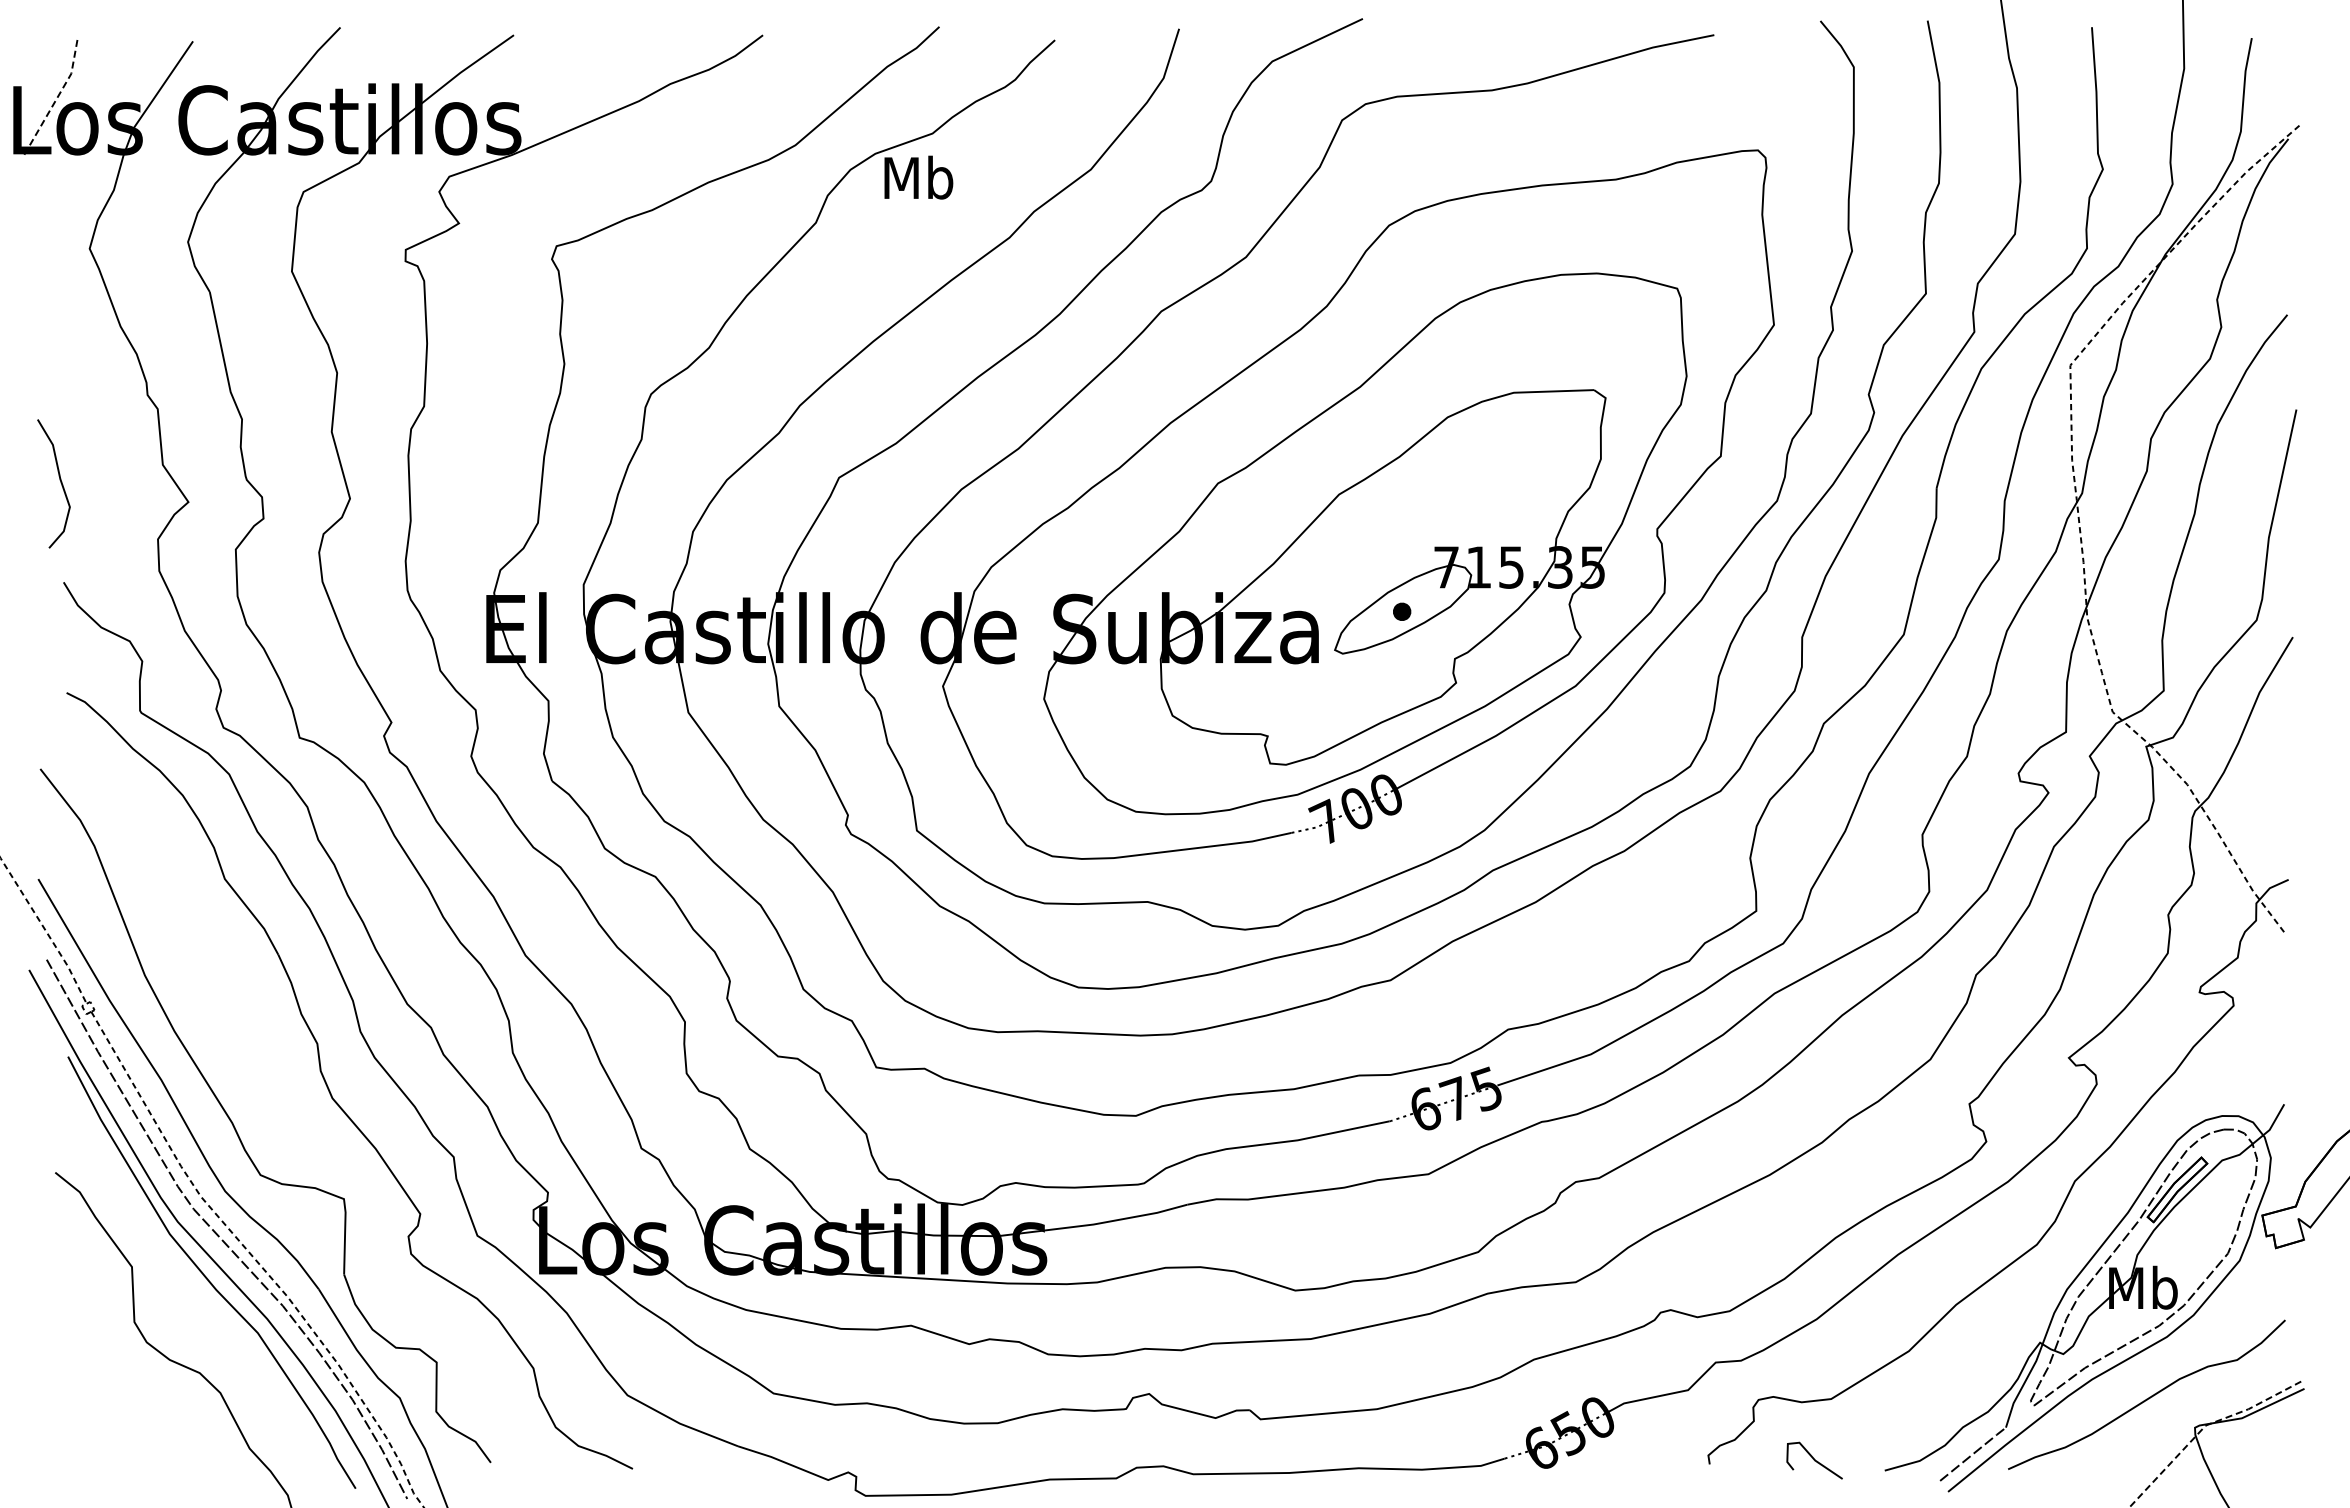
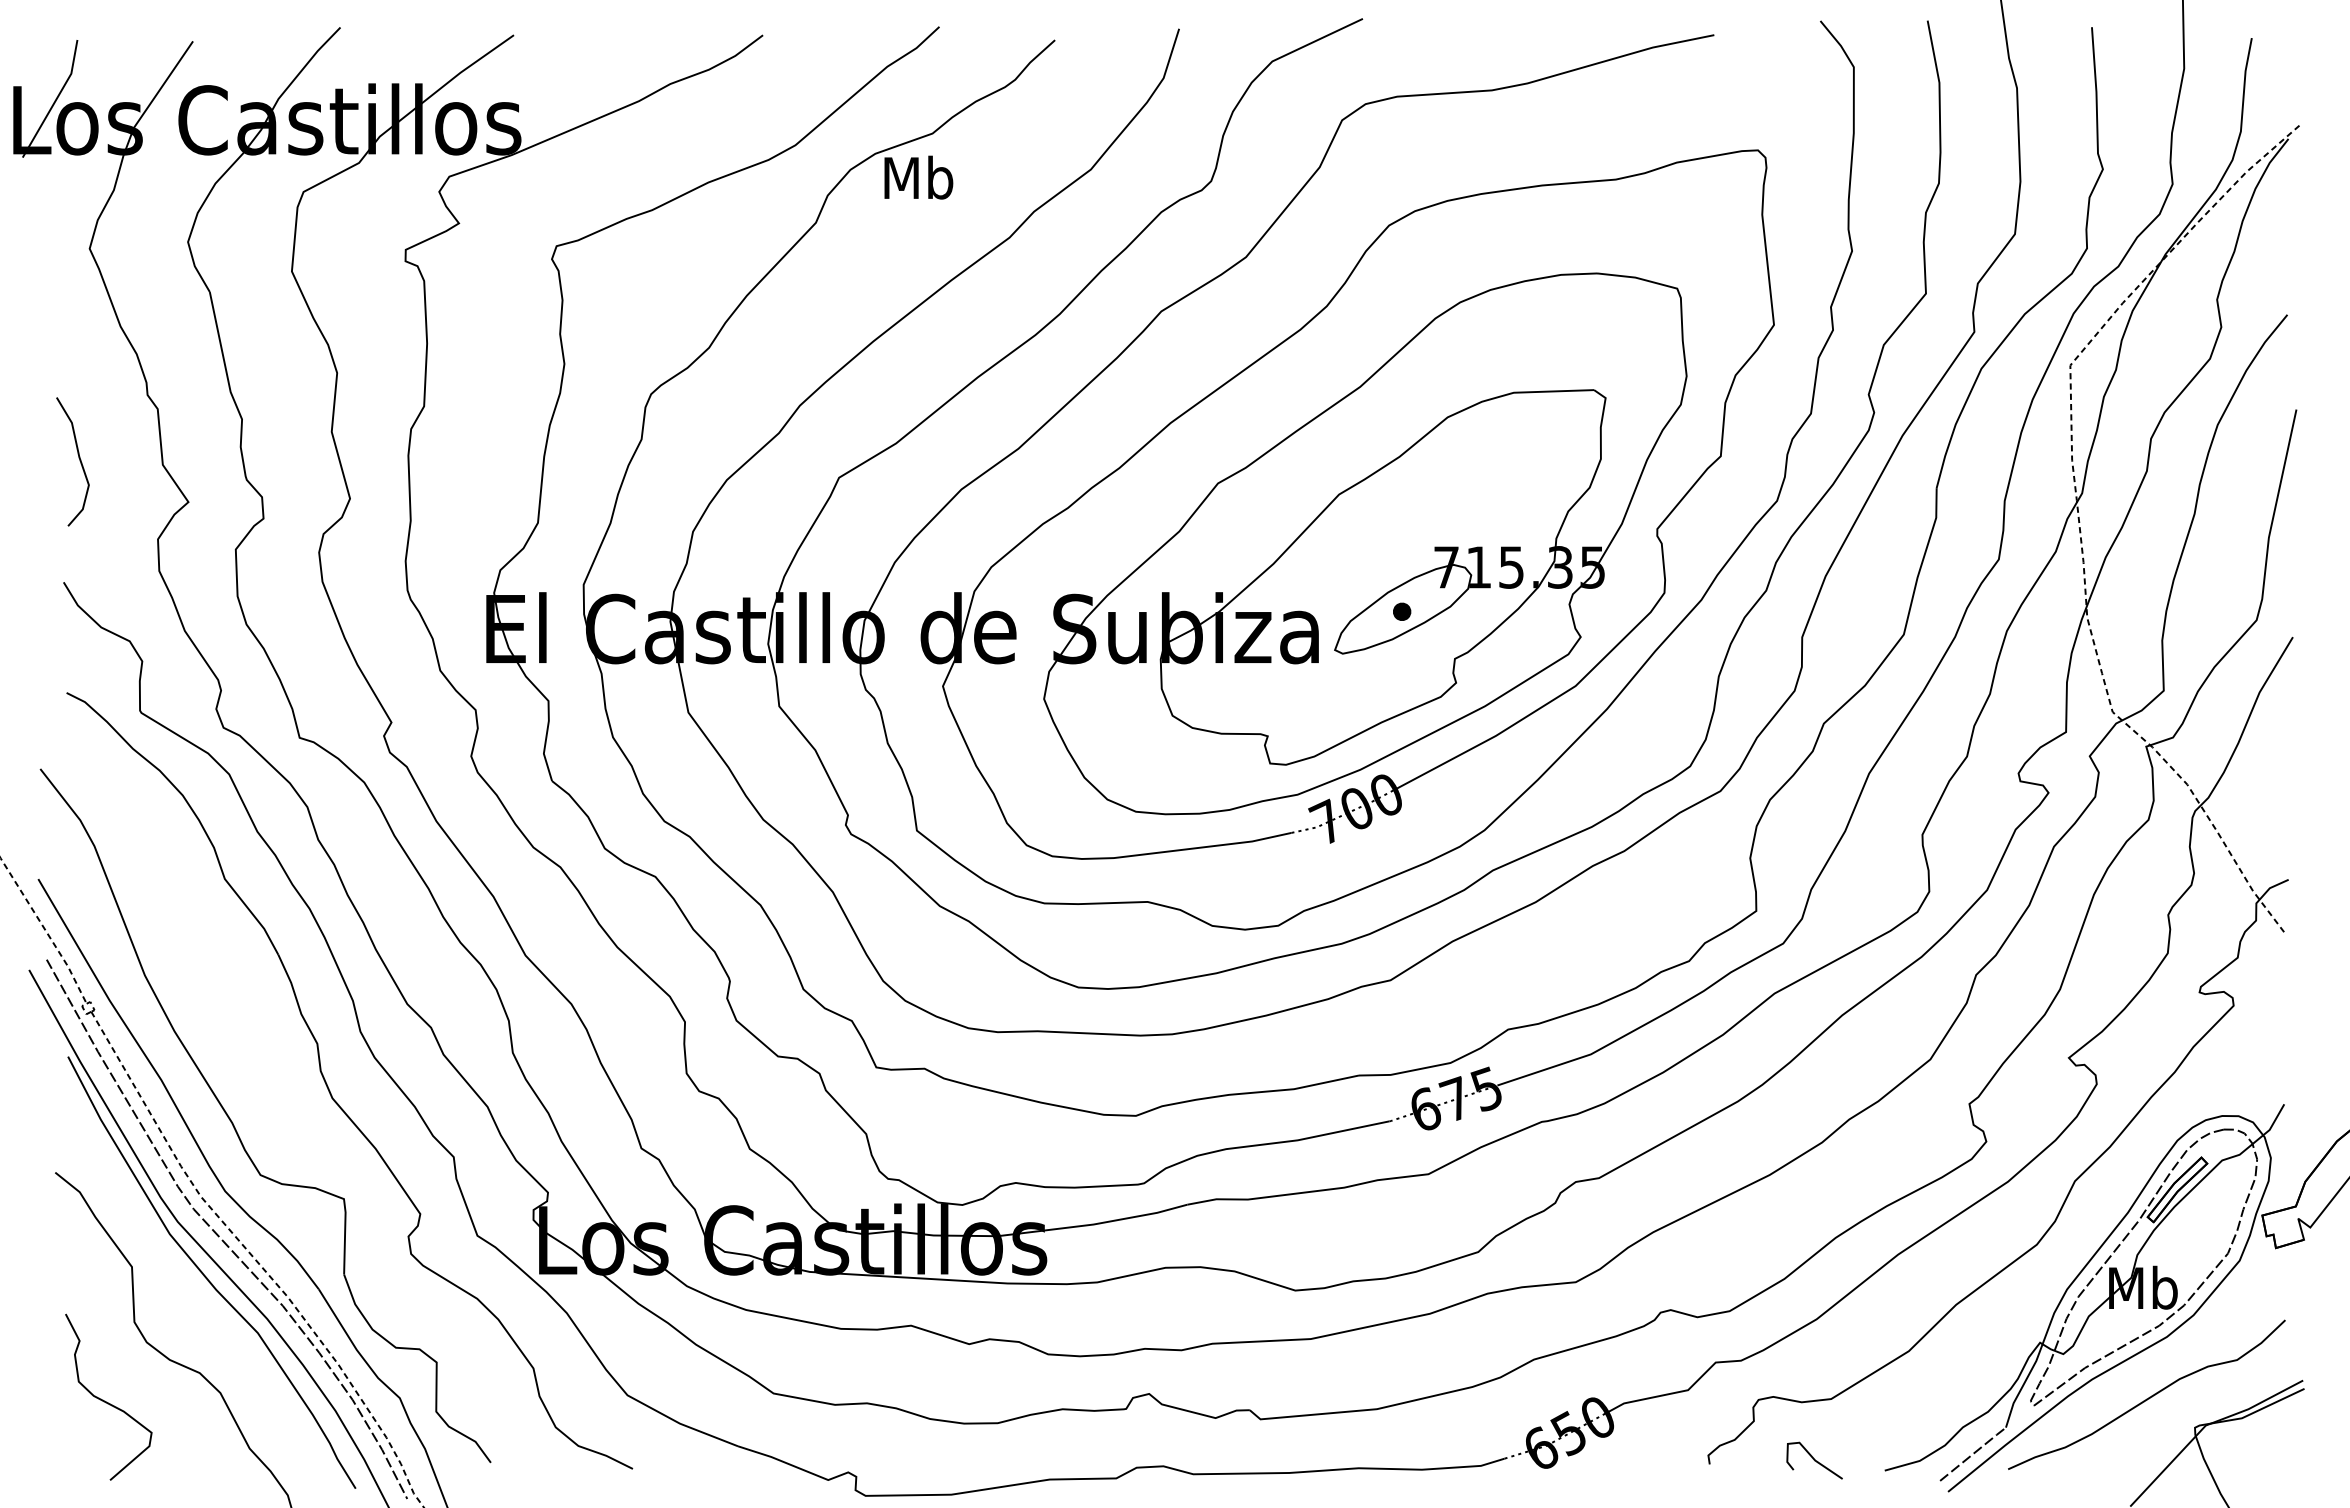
line at (55, 100): dashed -> solid
curve at (59, 480) position: (59, 480) -> (78, 458)
curve at (106, 1401): none -> present
line at (2205, 1425): dashed -> solid
